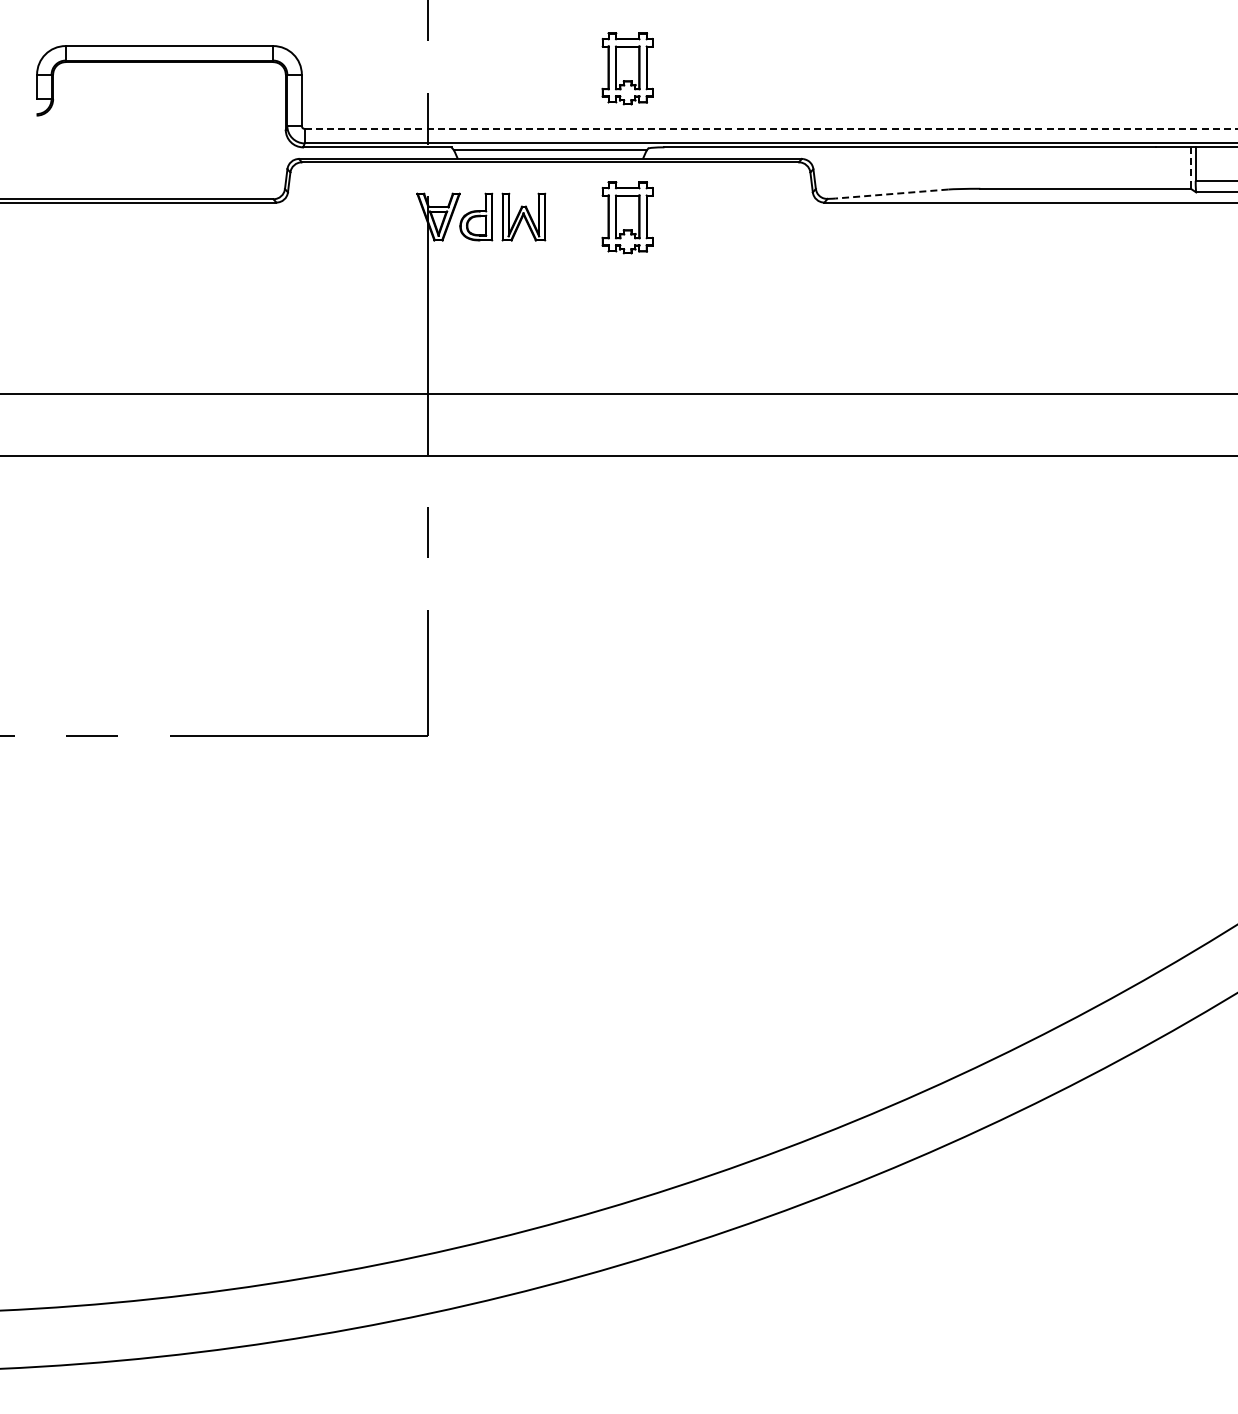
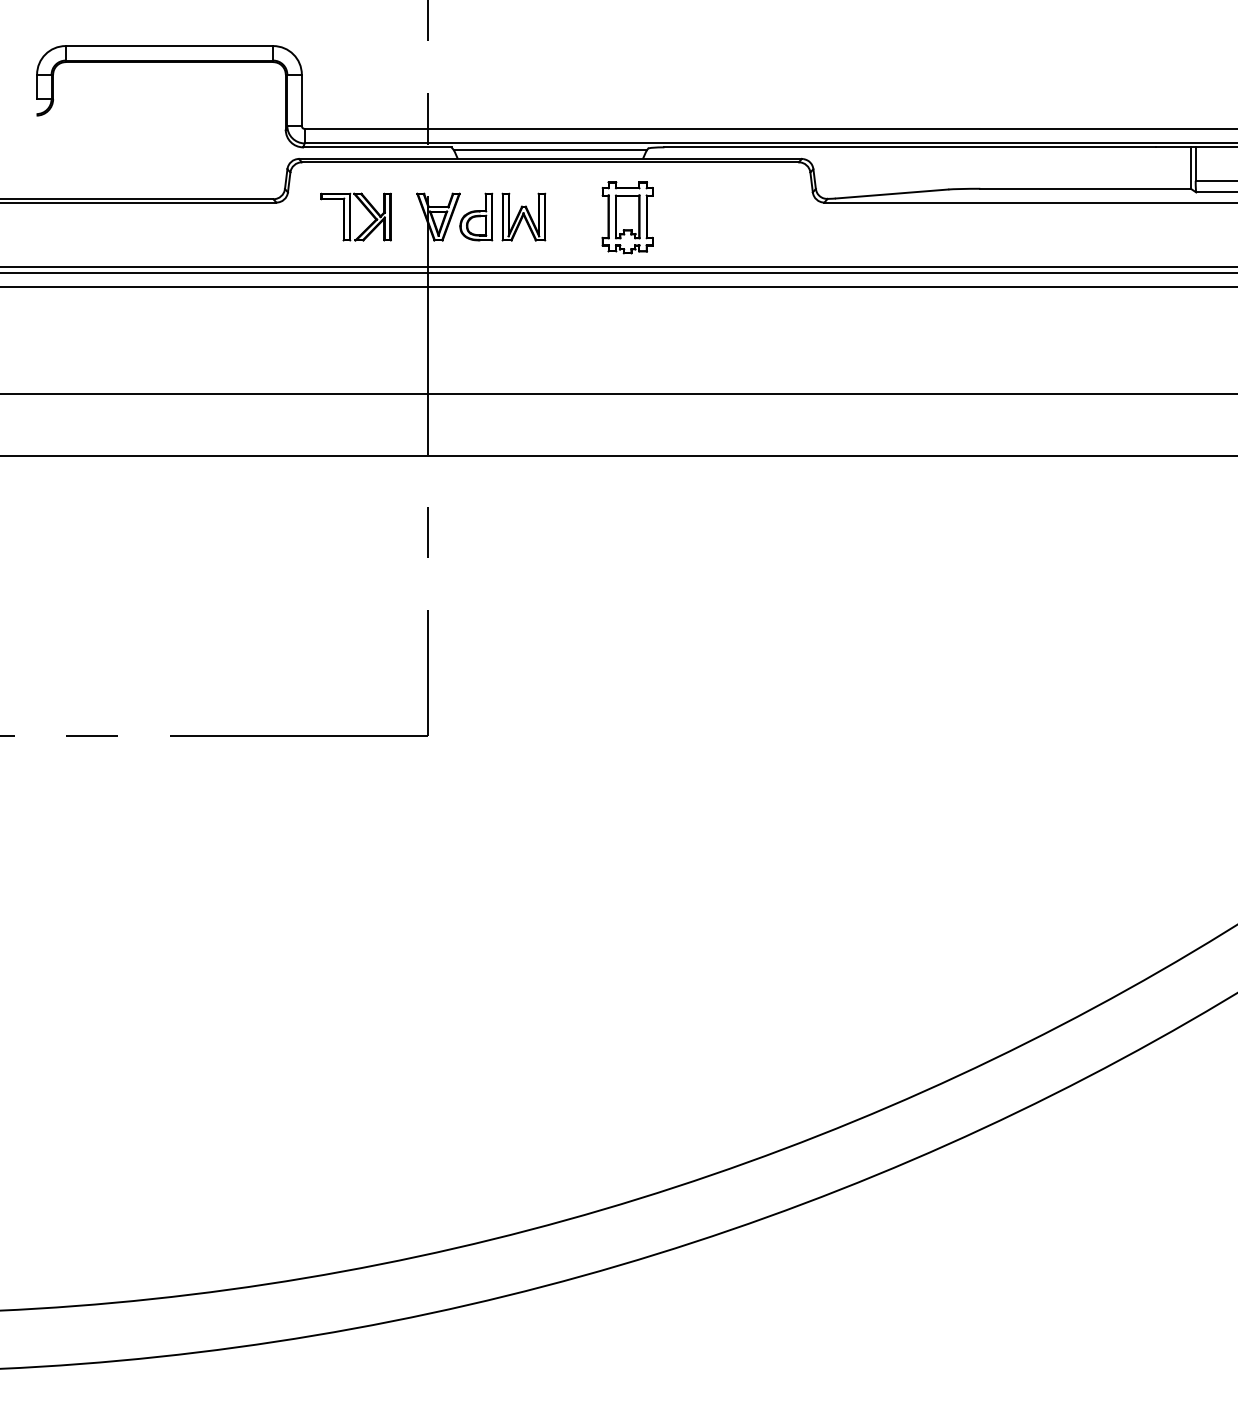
part at (627, 68): present -> none
line at (771, 128): dashed -> solid
line at (1190, 168): dashed -> solid
line at (891, 194): dashed -> solid
part at (355, 216): none -> present
line at (618, 266): none -> present
line at (618, 272): none -> present
line at (618, 286): none -> present
